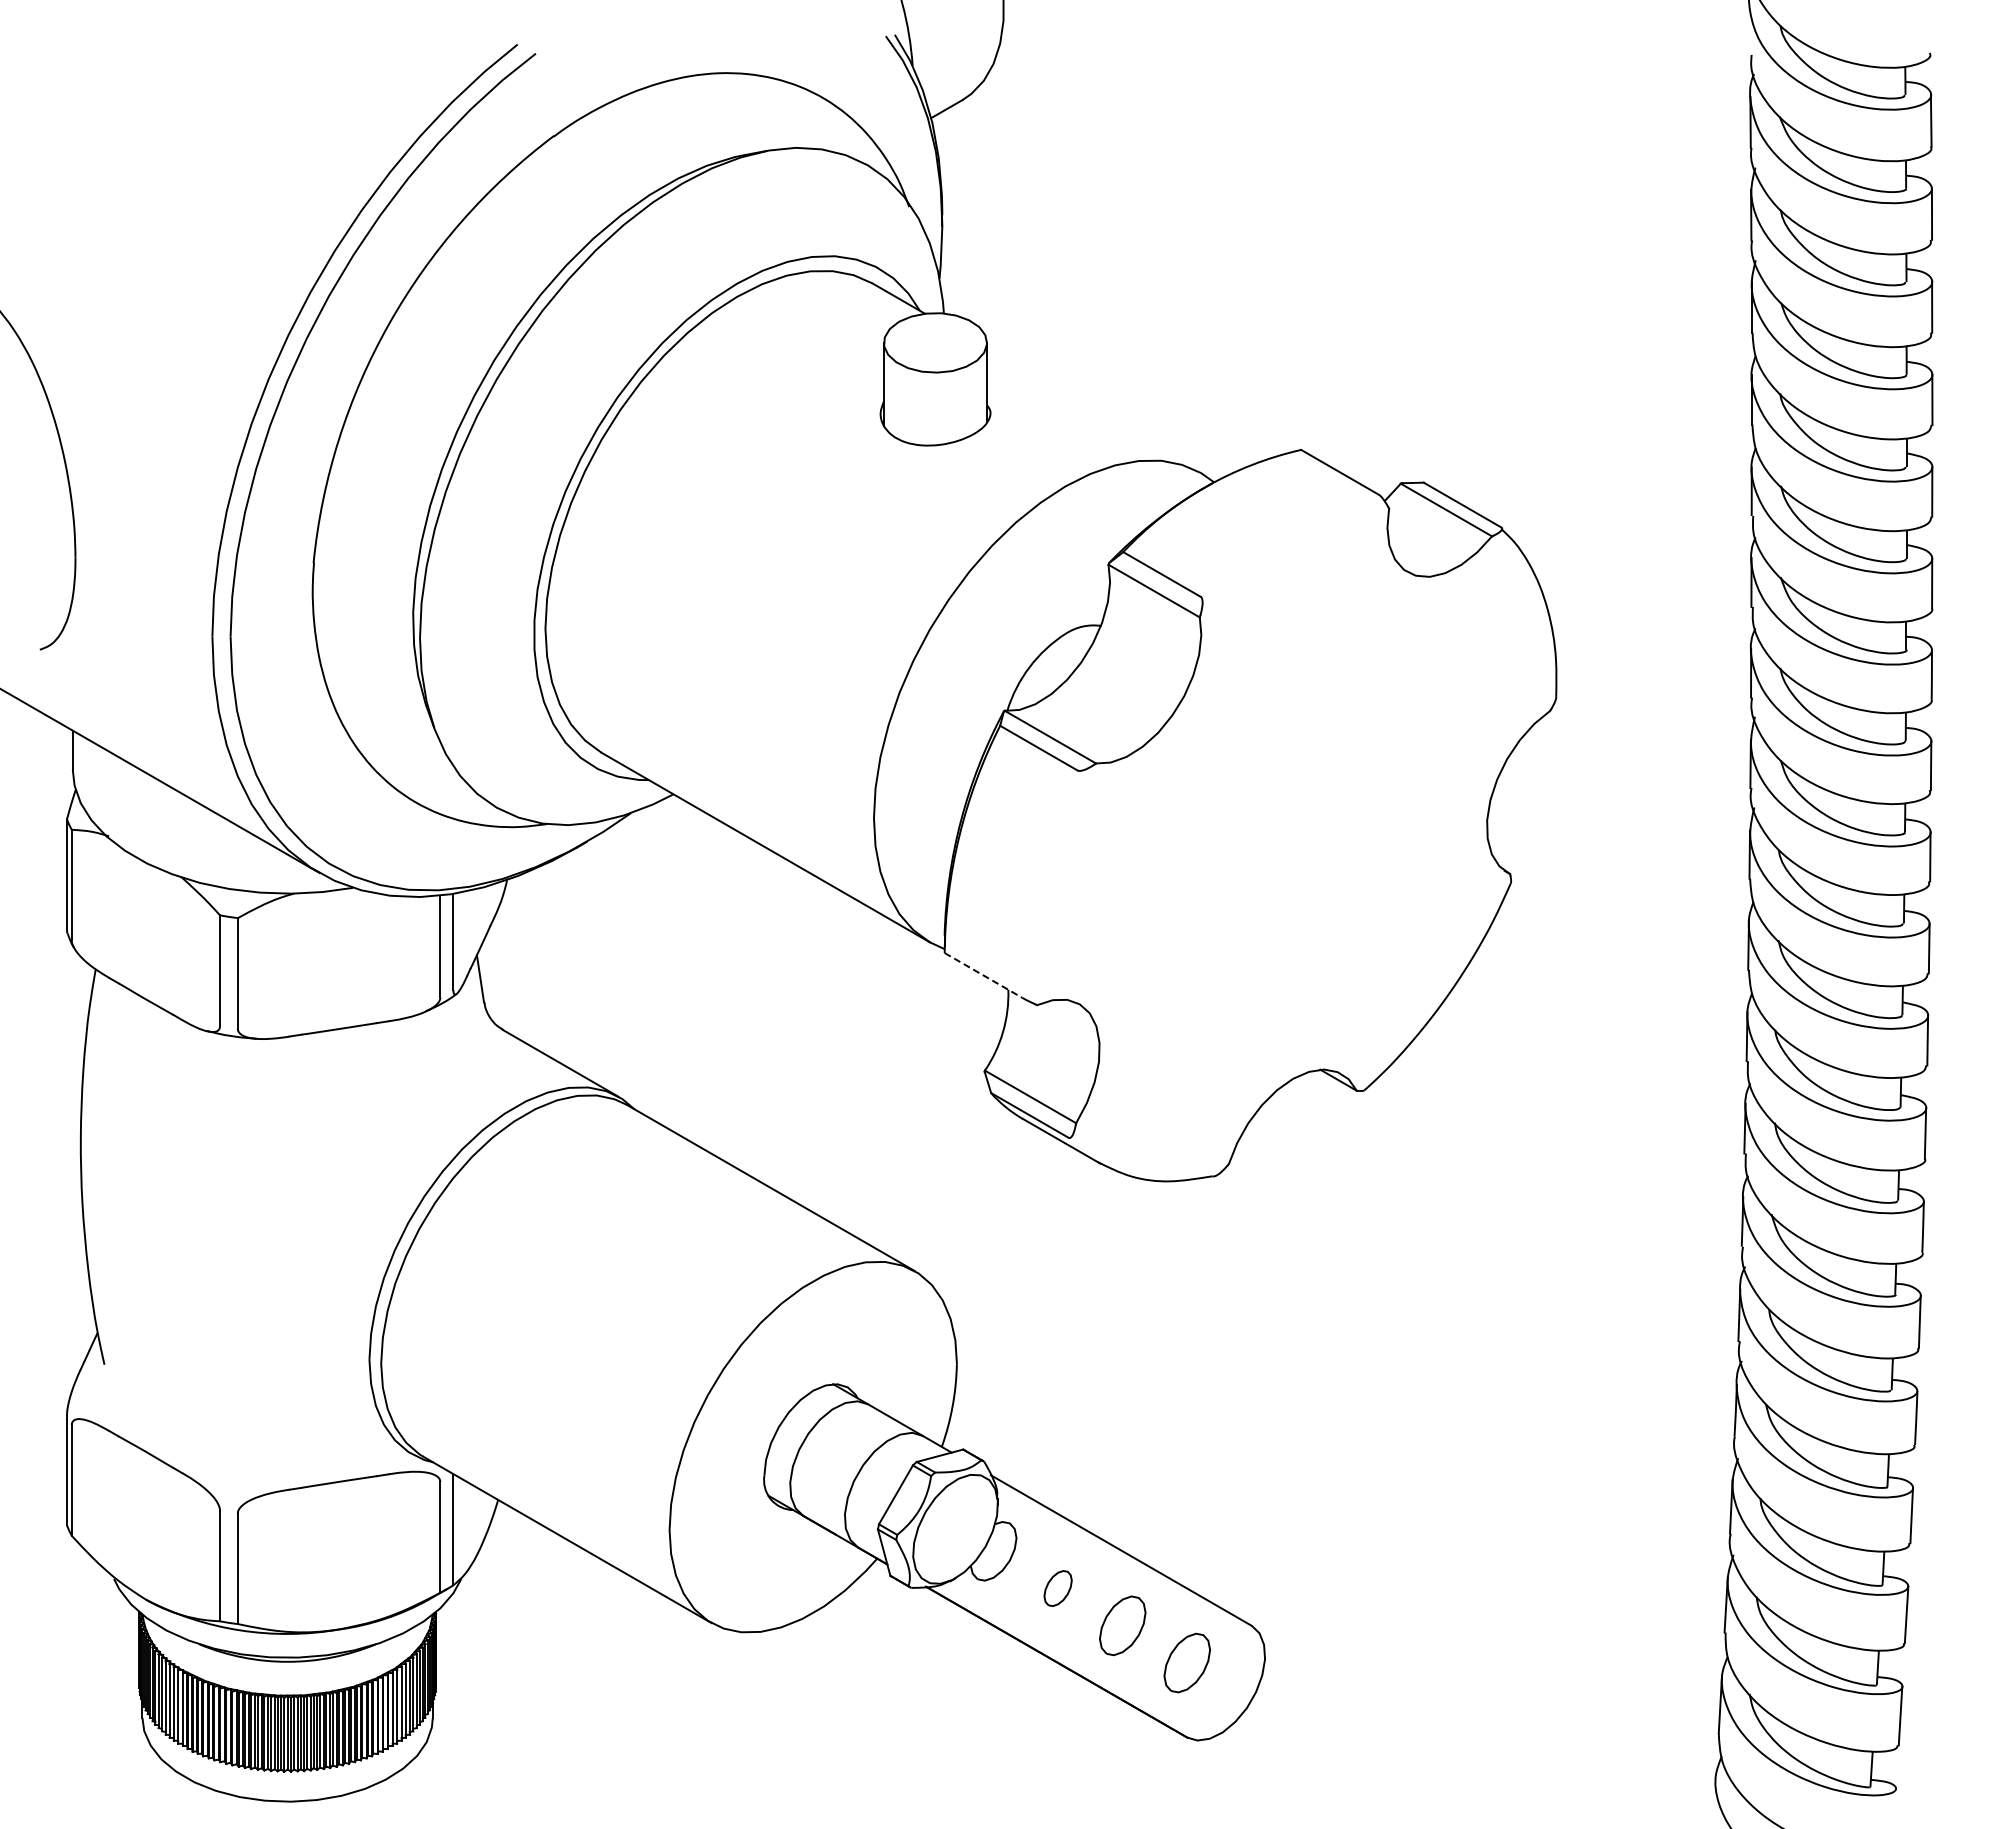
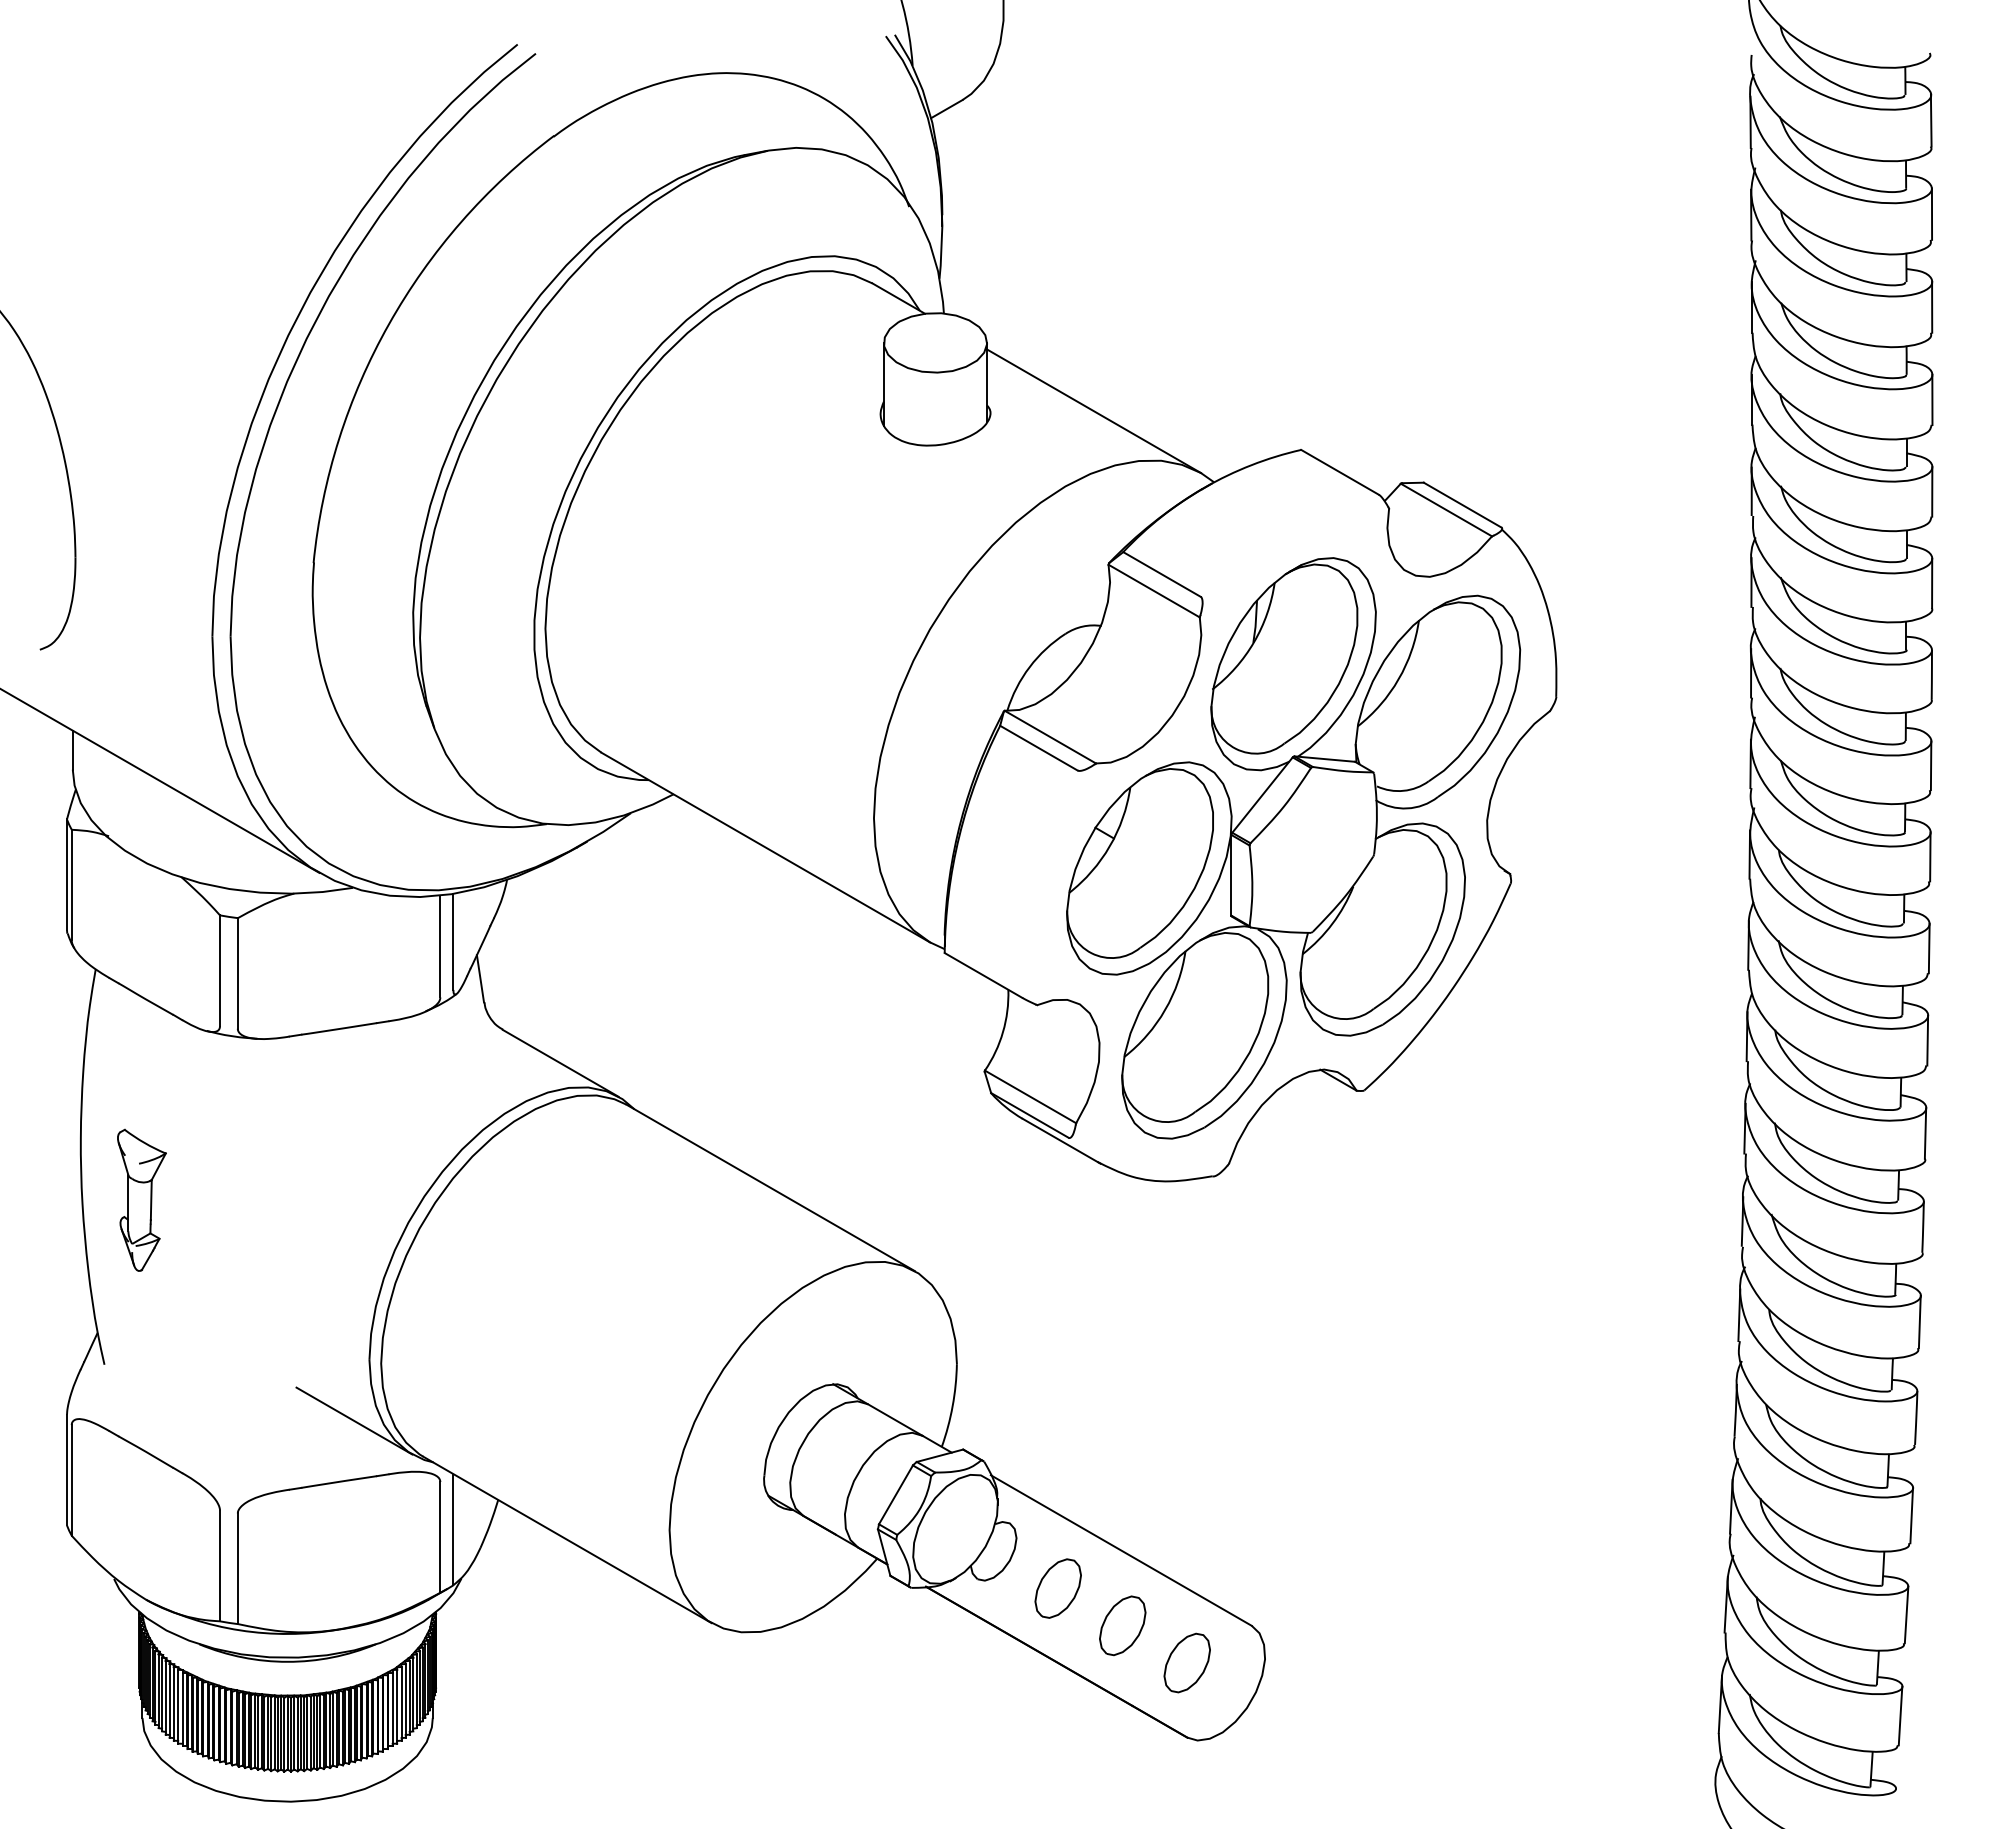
line at (1093, 411): none -> present
part at (1293, 848): none -> present
line at (983, 975): dashed -> solid
part at (141, 1199): none -> present
line at (354, 1420): none -> present
part at (1057, 1588) size: 30x37 px -> 48x61 px
